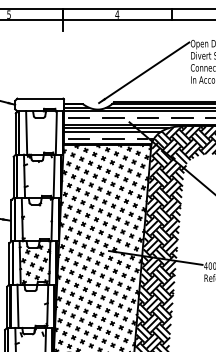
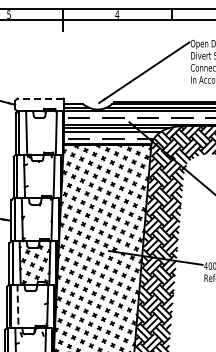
line at (40, 98): solid -> dashed
line at (18, 306): solid -> dashed
